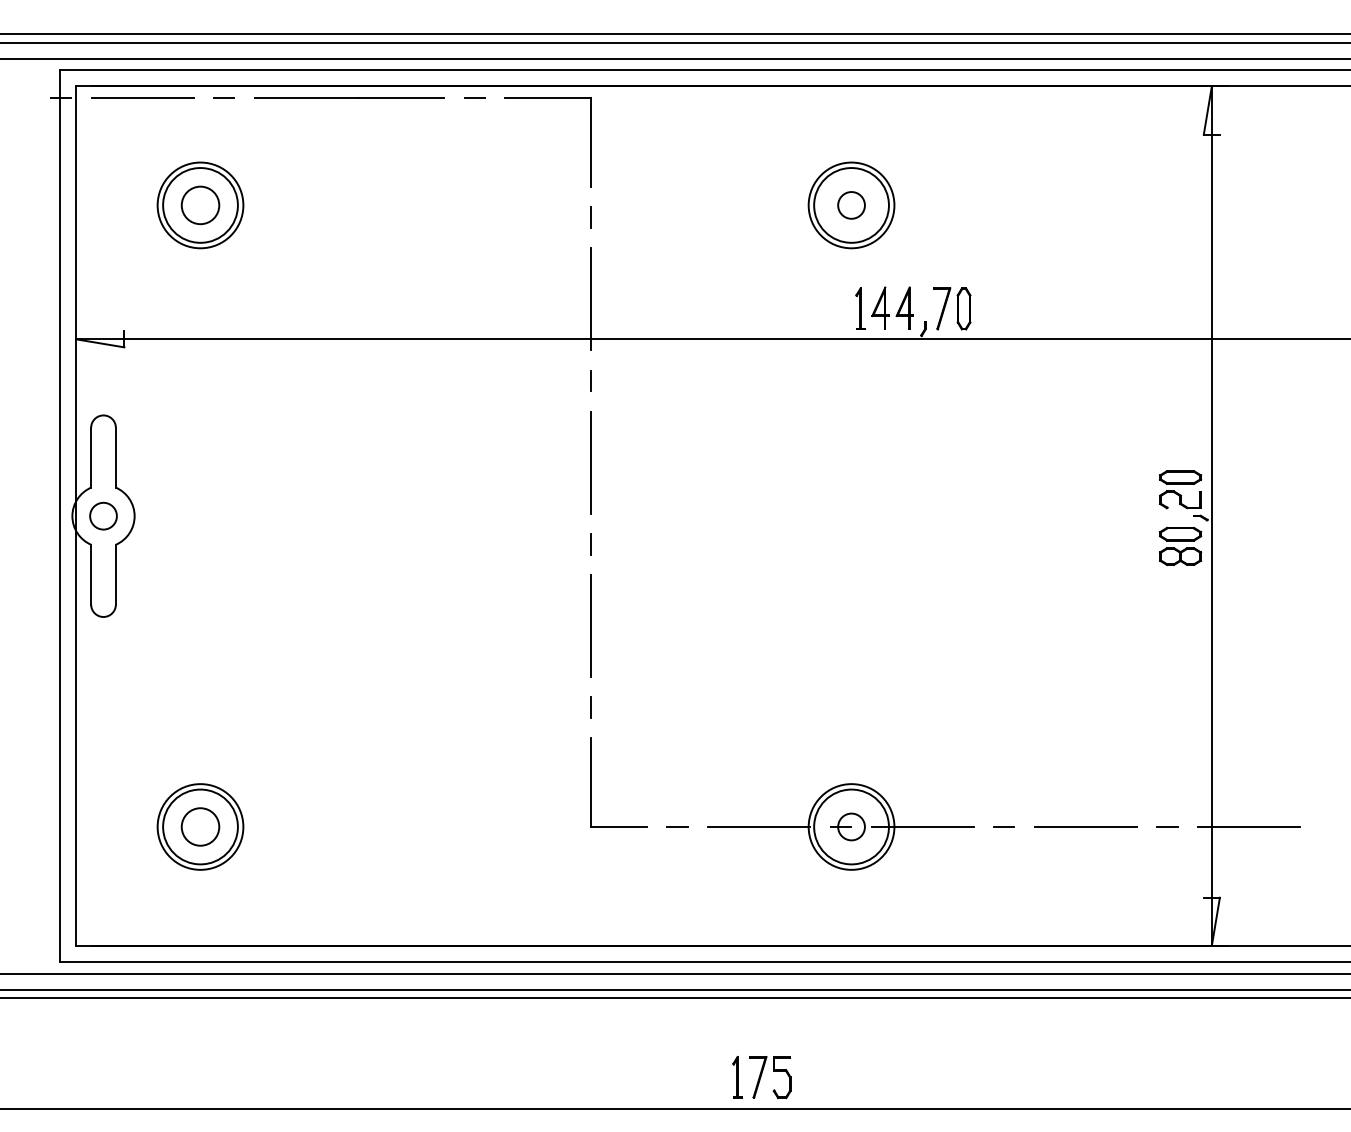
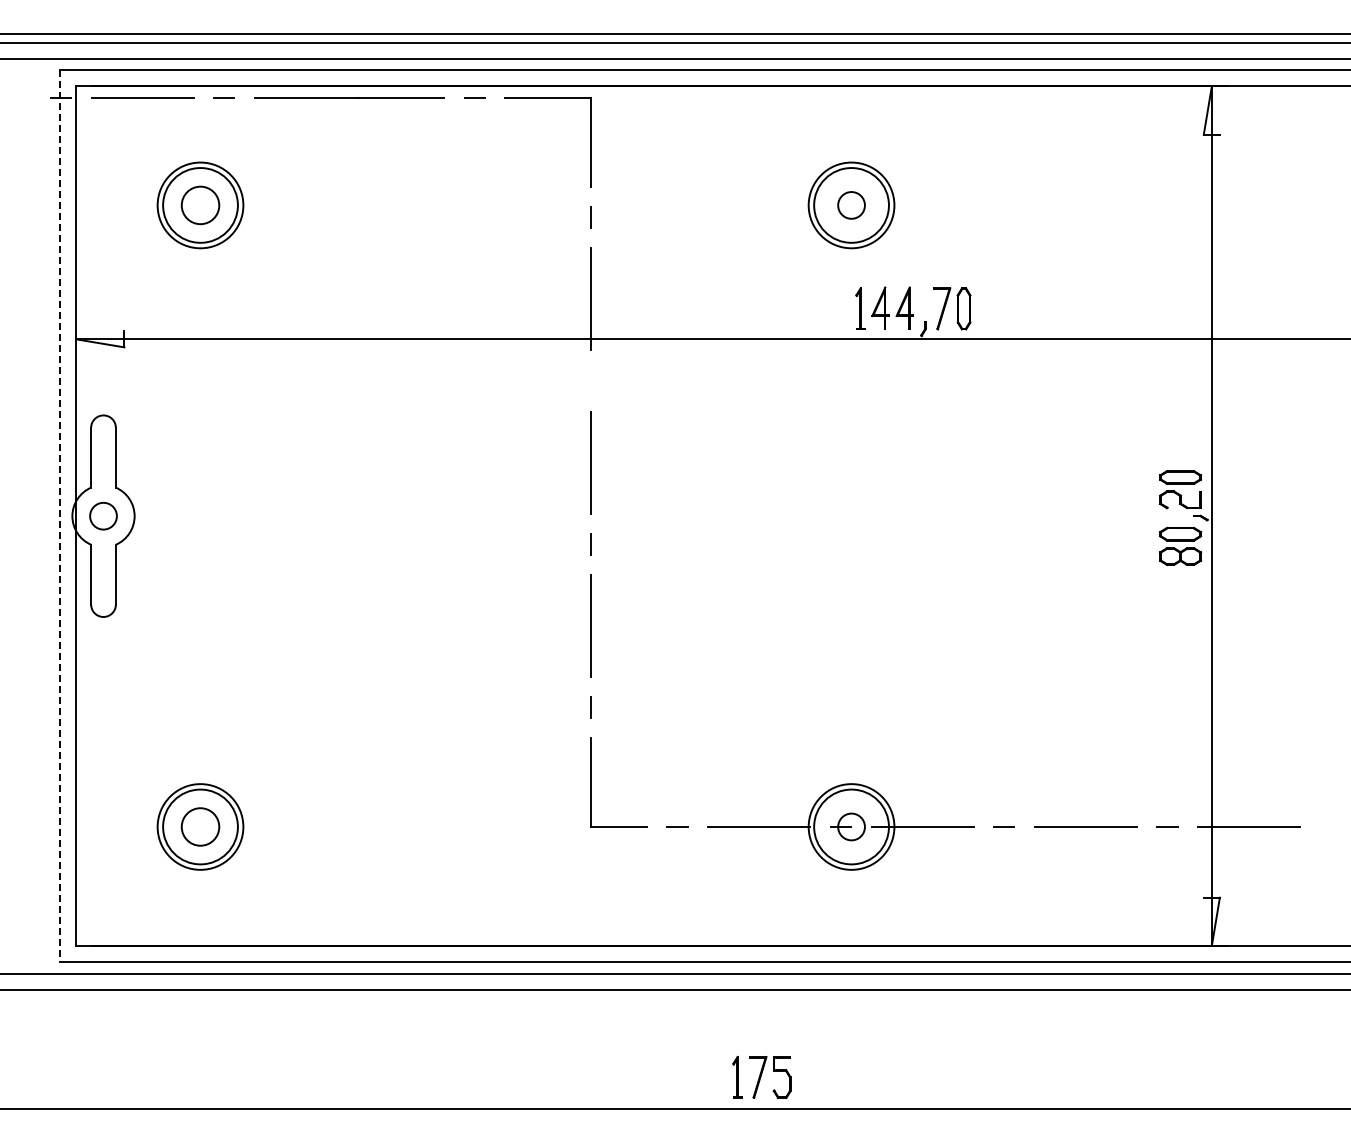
line at (590, 380): present -> none
line at (60, 516): solid -> dashed
line at (674, 998): present -> none
